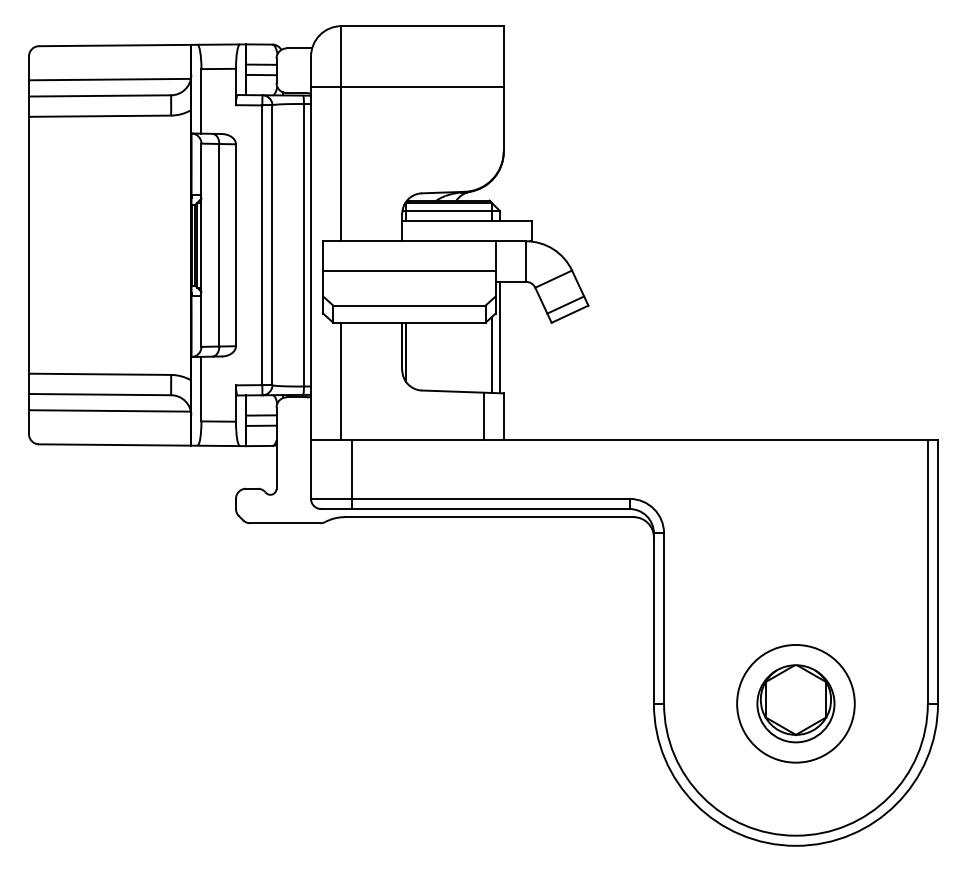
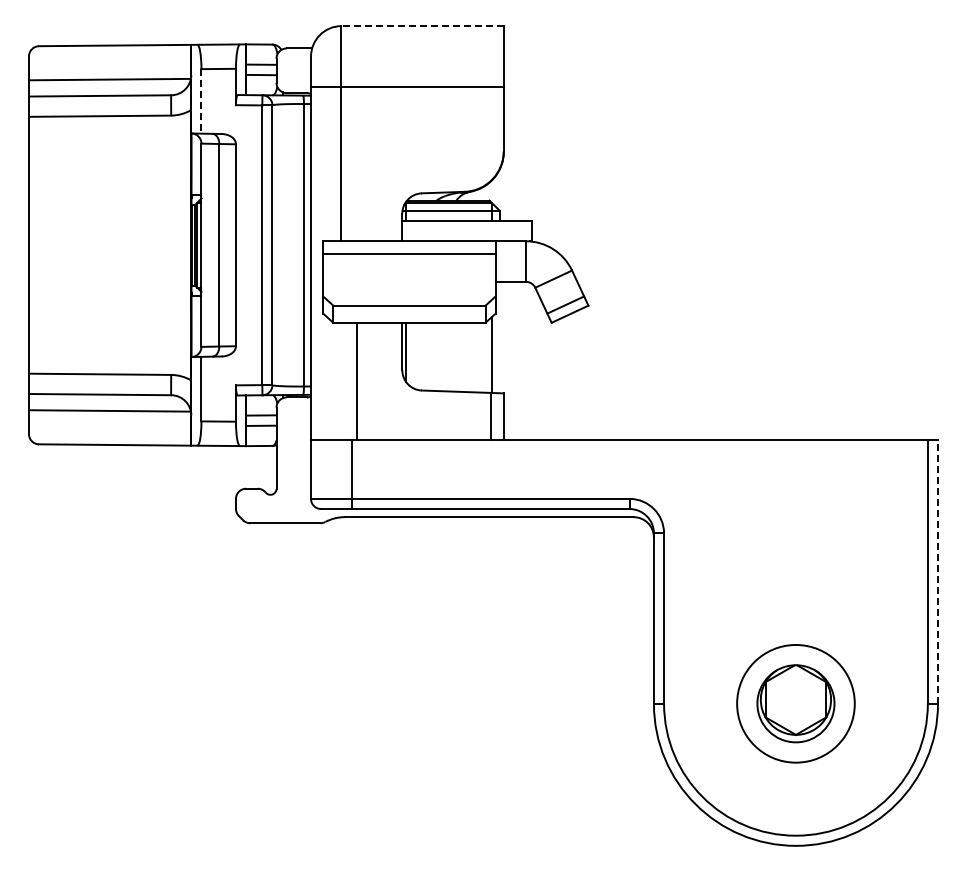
line at (422, 26): solid -> dashed
line at (201, 101): solid -> dashed
line at (409, 270) position: (409, 270) -> (409, 253)
line at (499, 337): present -> none
line at (341, 381) position: (341, 381) -> (357, 381)
line at (483, 416) position: (483, 416) -> (490, 416)
line at (937, 571): solid -> dashed
